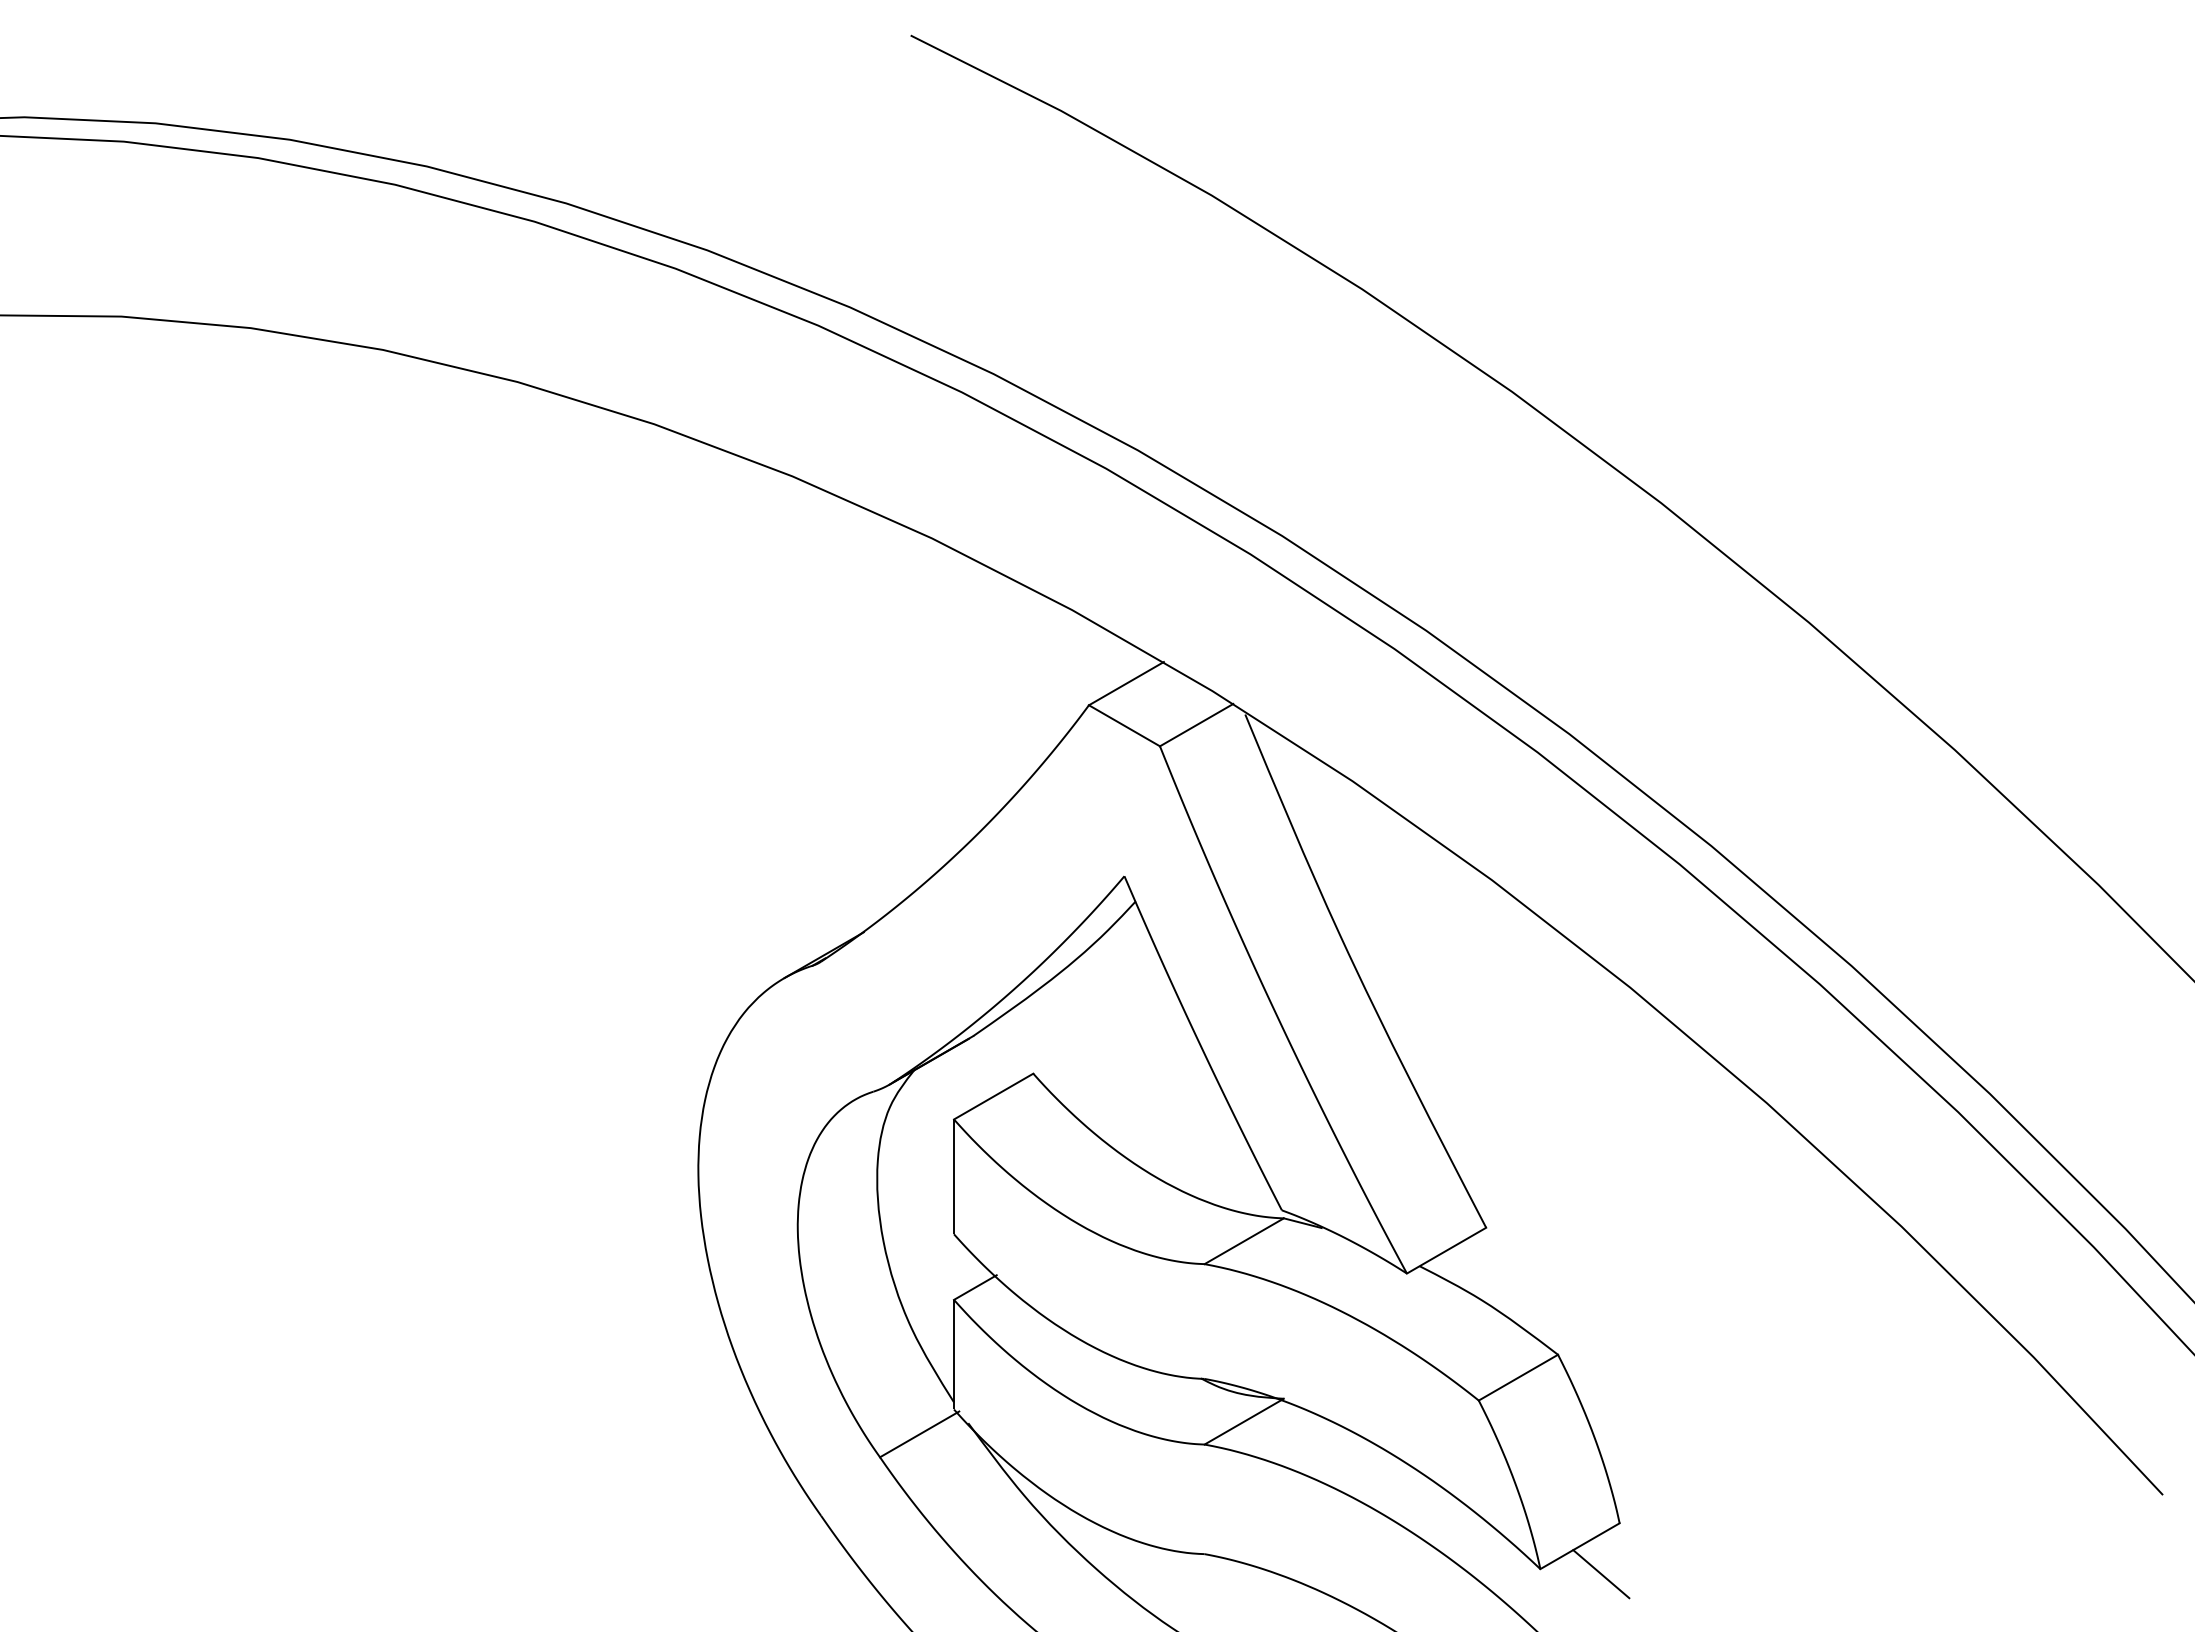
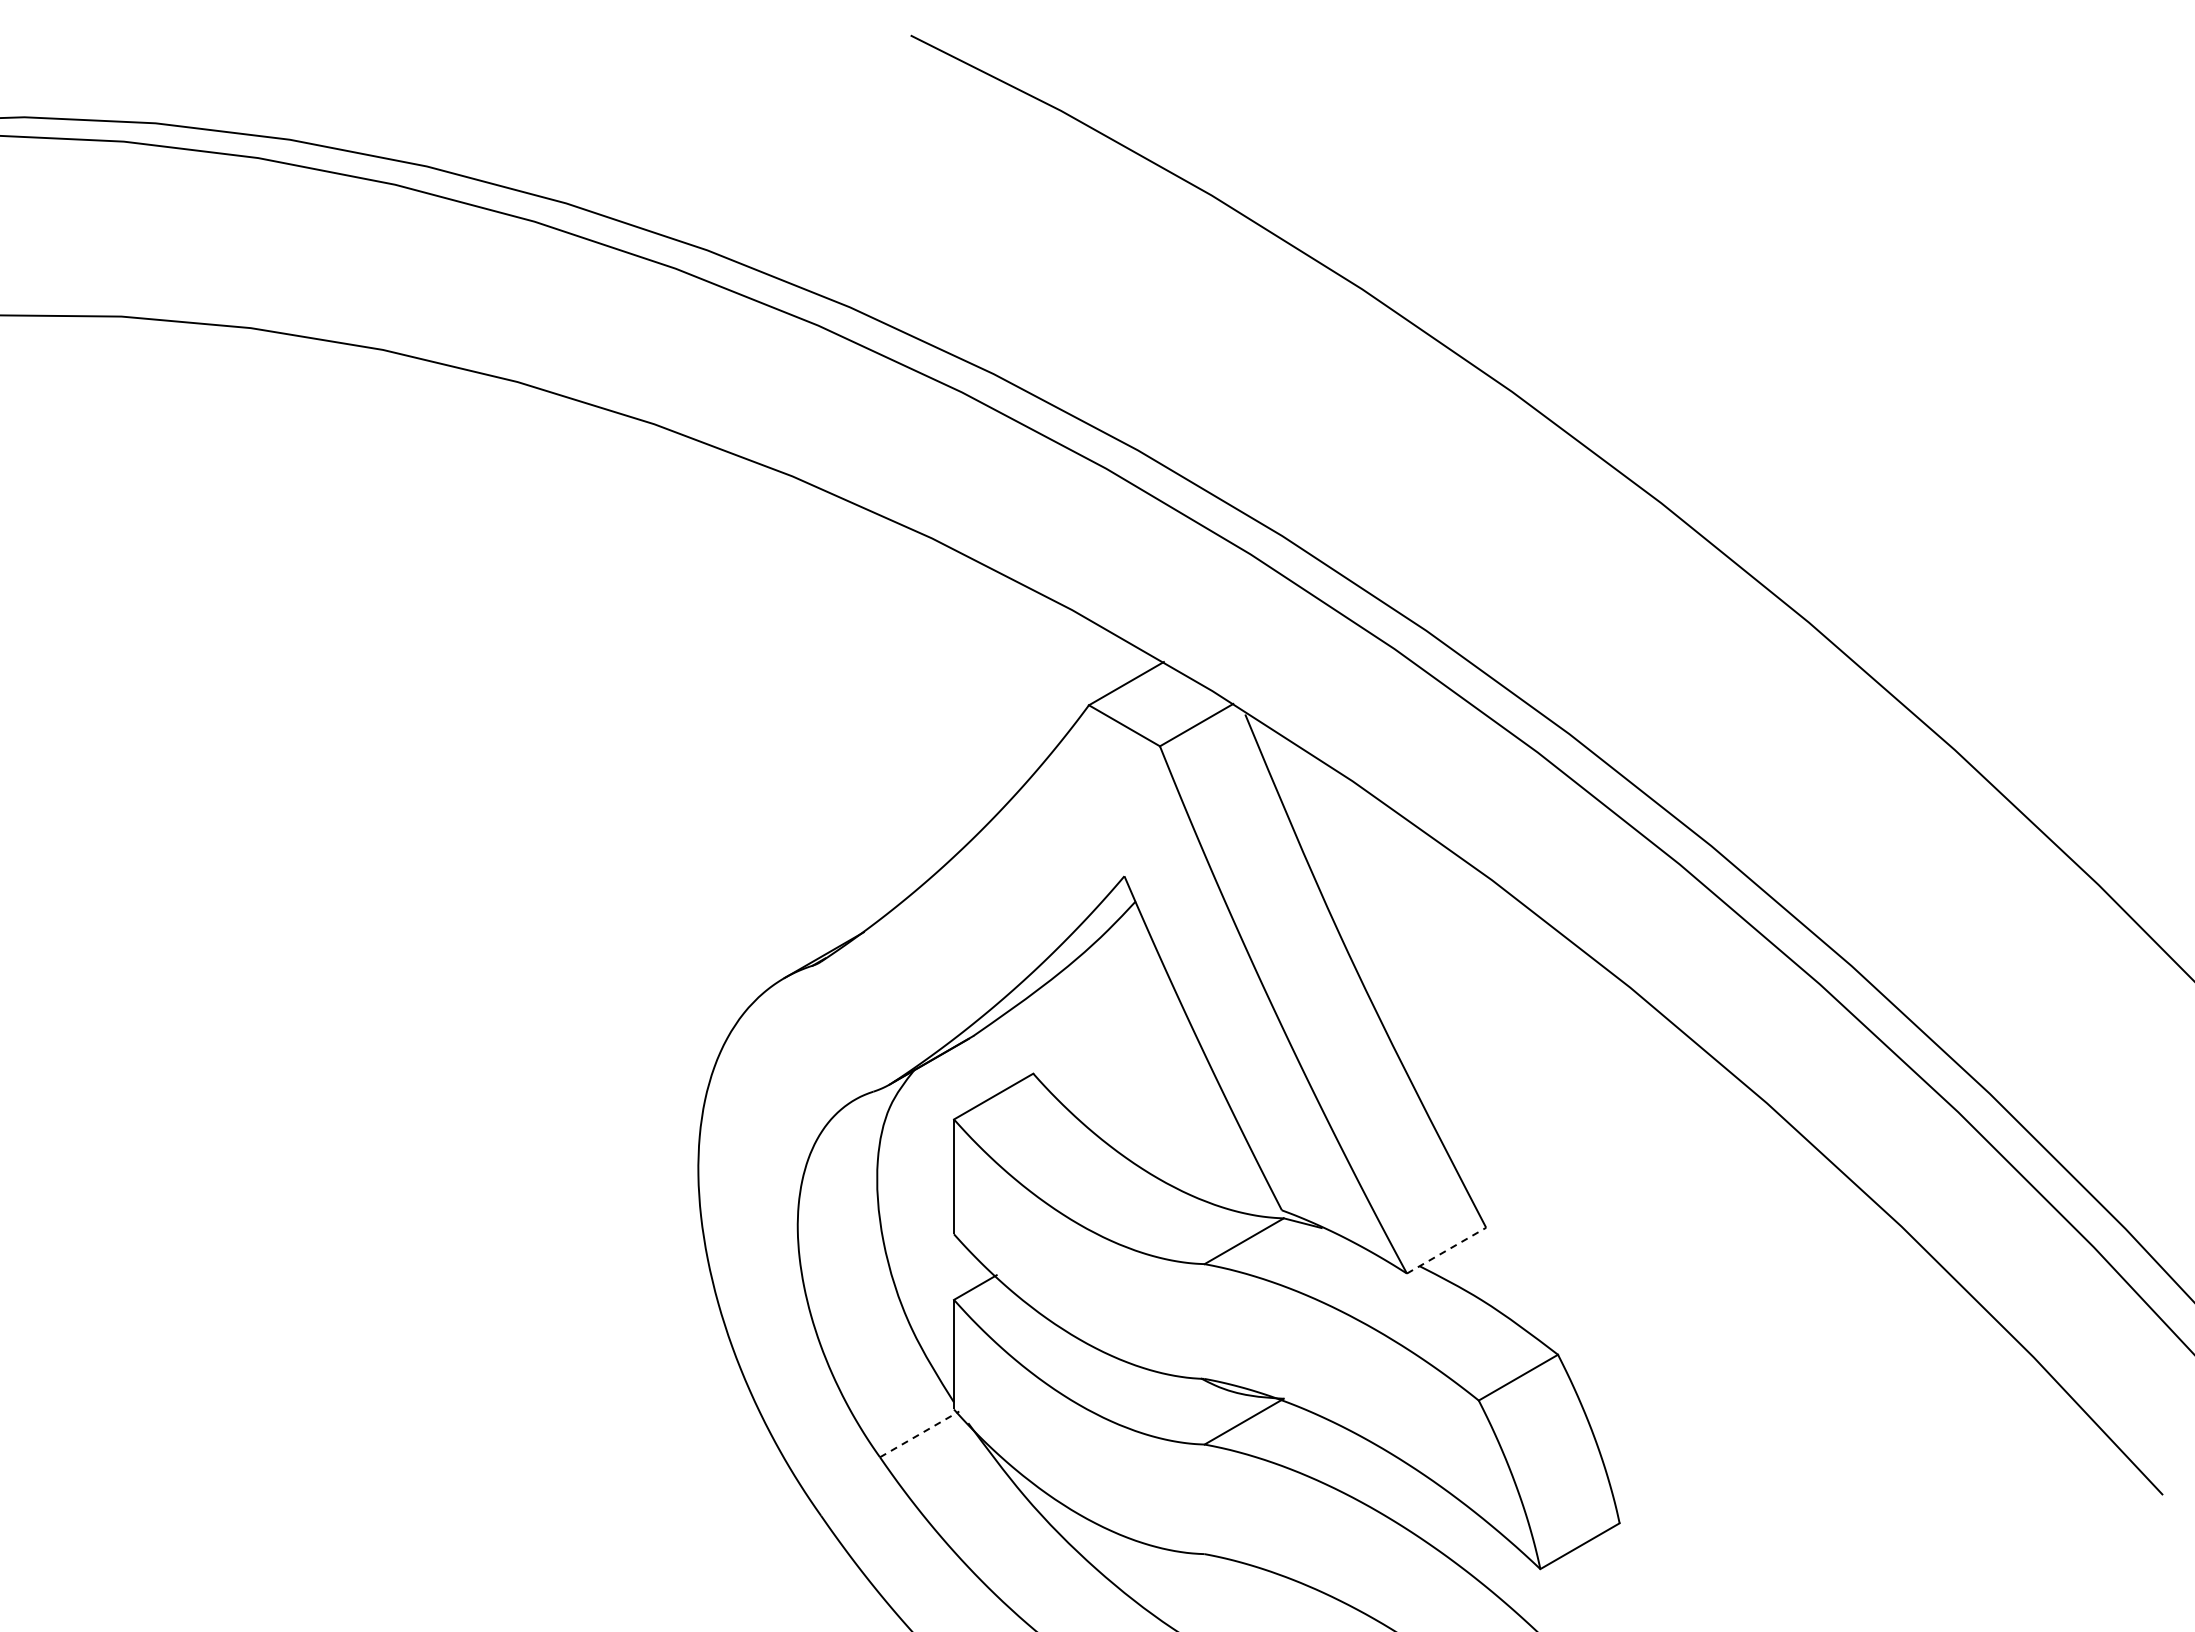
line at (1446, 1250): solid -> dashed
line at (919, 1434): solid -> dashed
line at (1601, 1574): present -> none
